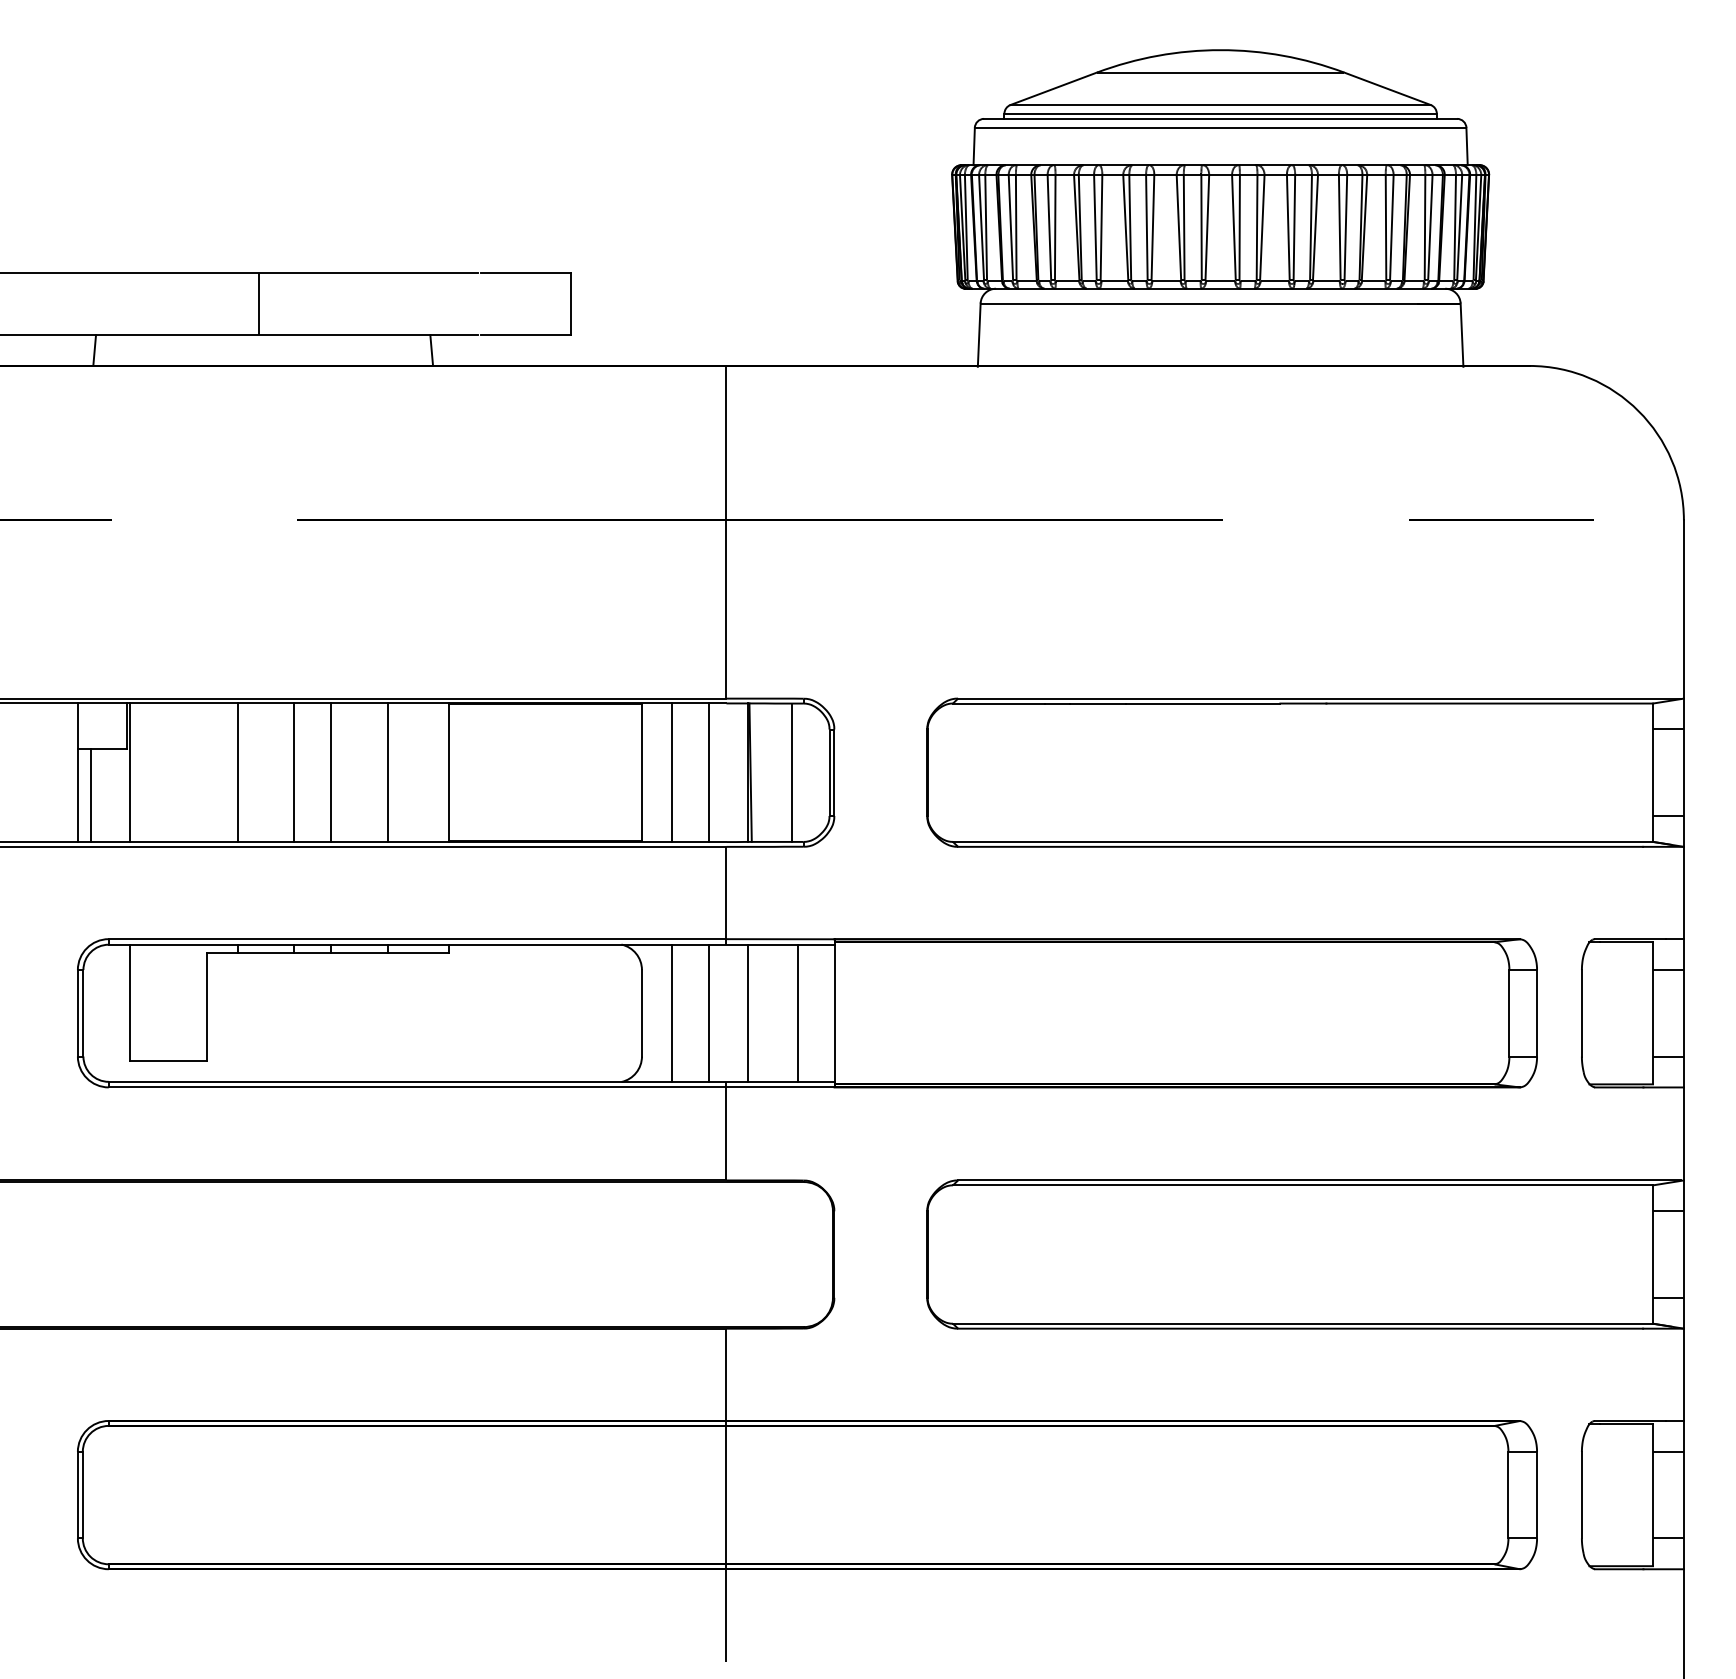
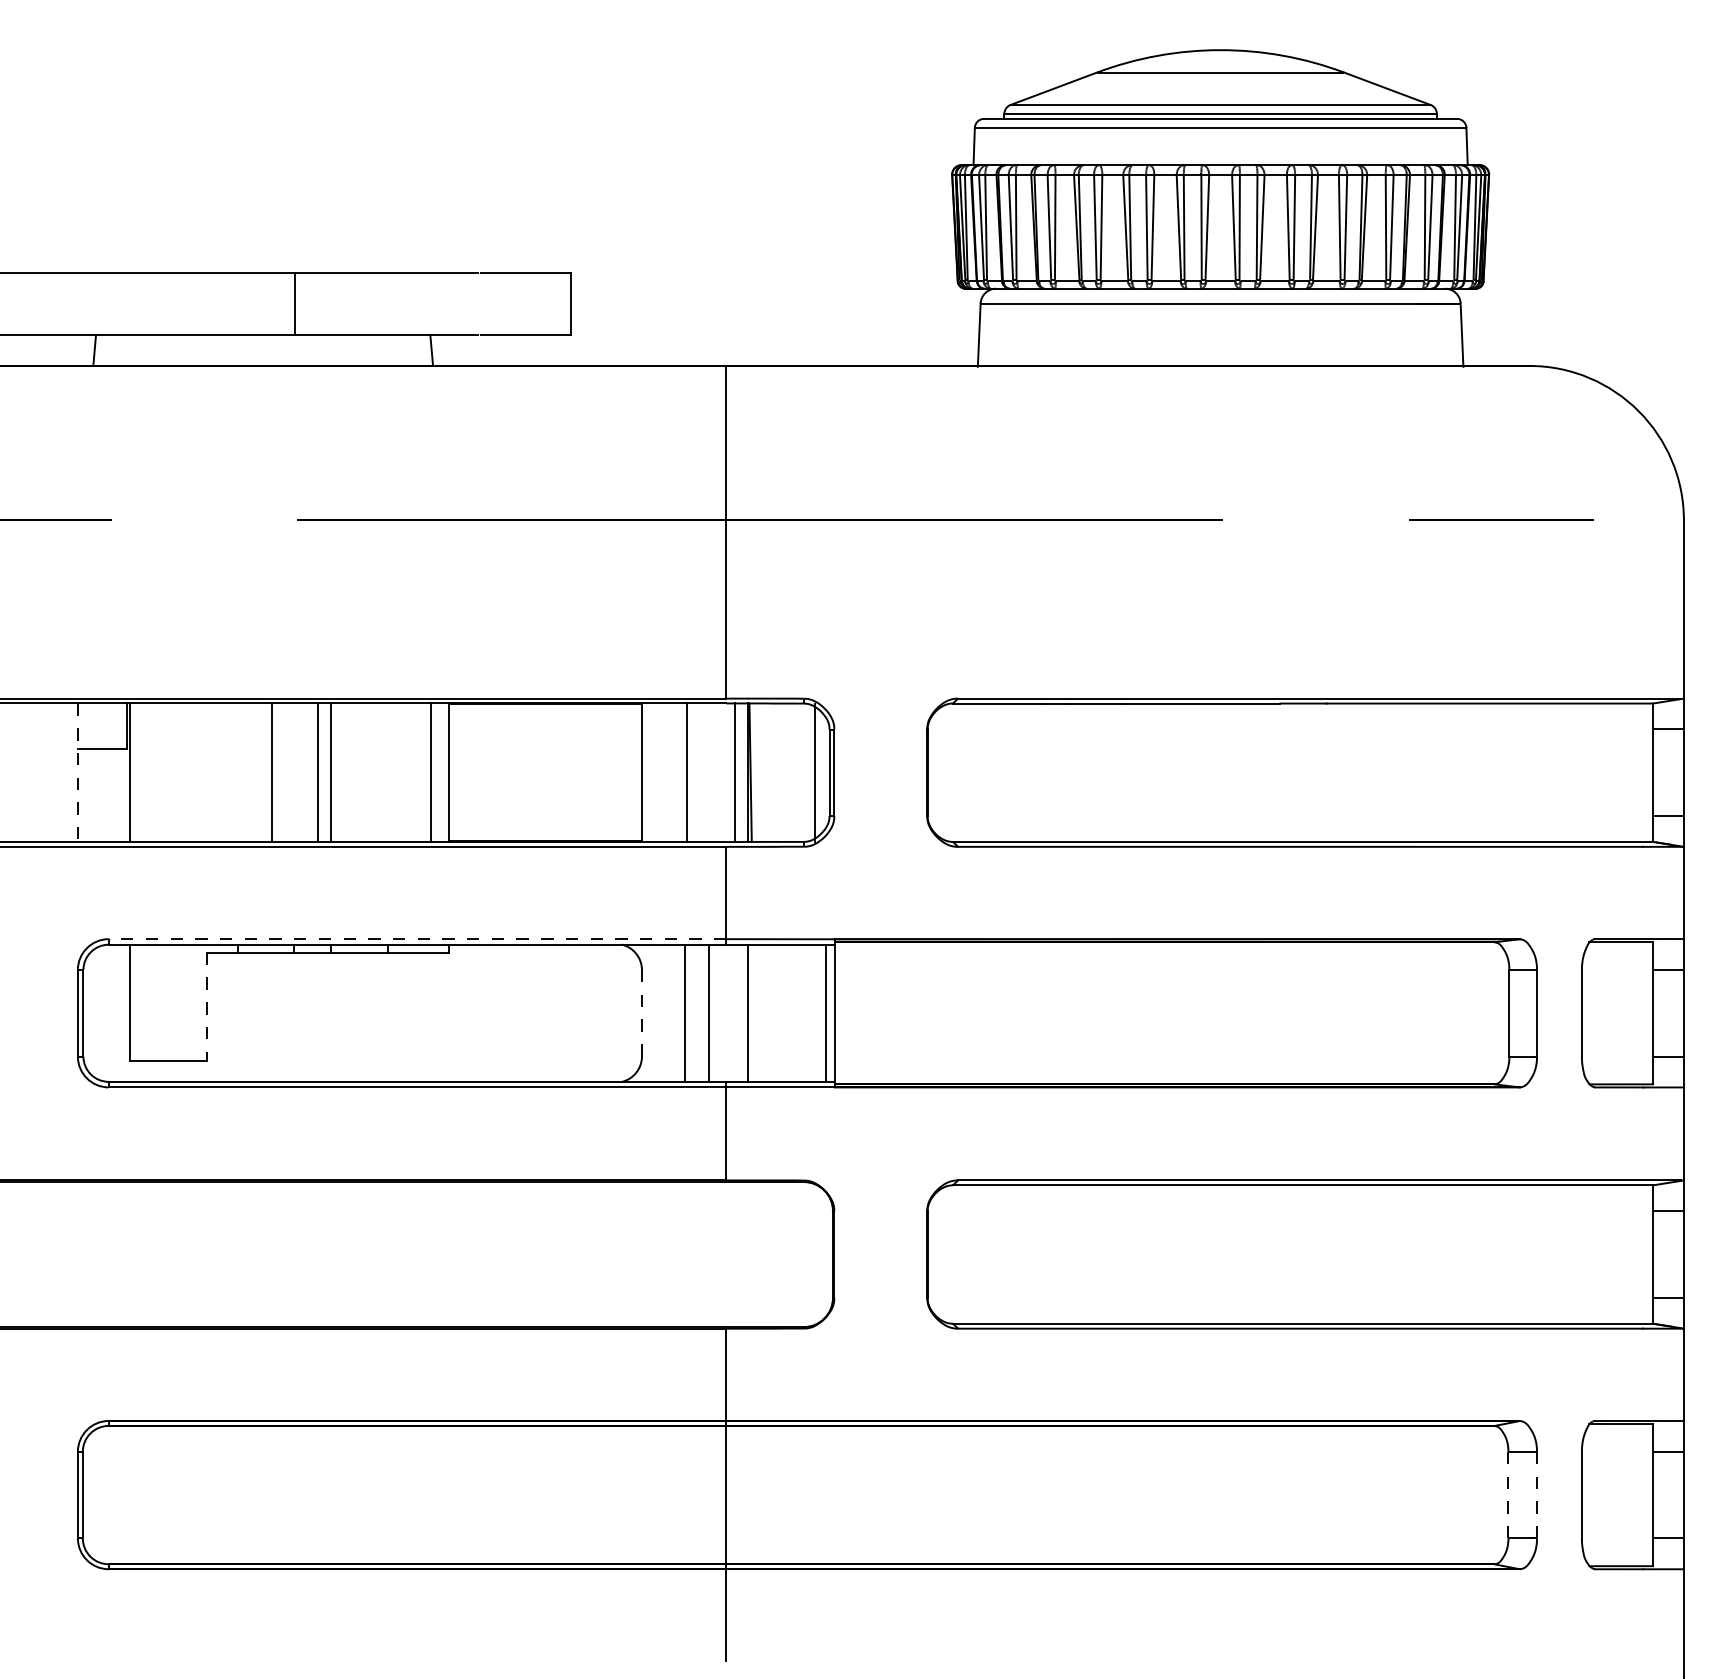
line at (259, 304) position: (259, 304) -> (295, 304)
line at (237, 772) position: (237, 772) -> (271, 772)
line at (294, 772) position: (294, 772) -> (318, 772)
line at (387, 772) position: (387, 772) -> (430, 772)
line at (671, 772) position: (671, 772) -> (686, 772)
line at (708, 772) position: (708, 772) -> (734, 772)
line at (791, 772) position: (791, 772) -> (814, 772)
line at (77, 773): solid -> dashed
line at (90, 795): present -> none
line at (417, 939): solid -> dashed
line at (206, 1007): solid -> dashed
line at (671, 1012) position: (671, 1012) -> (684, 1012)
line at (797, 1012) position: (797, 1012) -> (825, 1012)
line at (641, 1013): solid -> dashed
line at (1508, 1495): solid -> dashed
line at (1537, 1495): solid -> dashed
